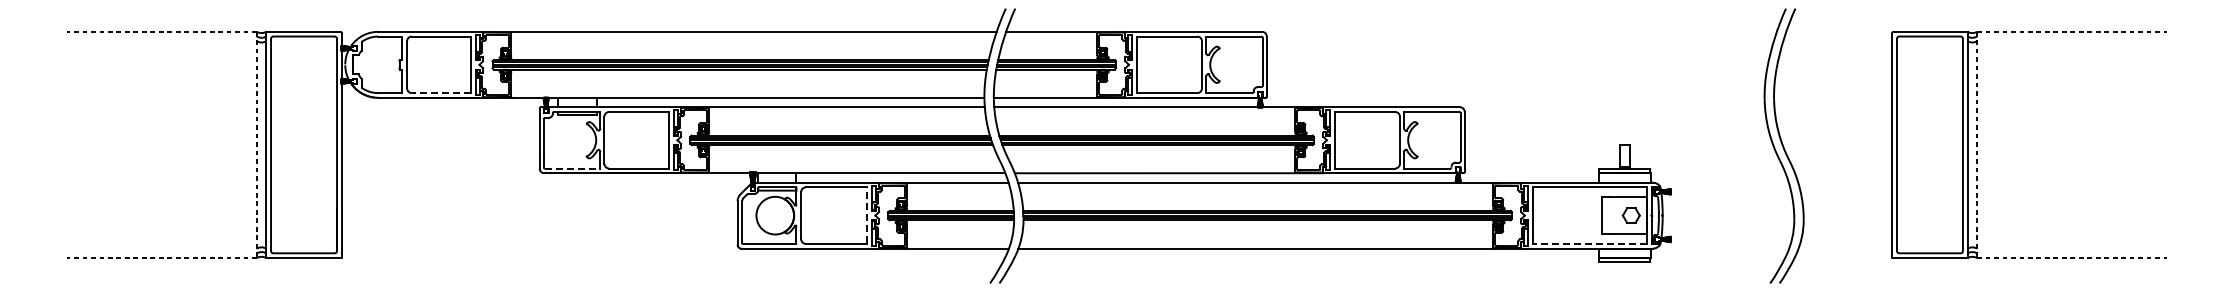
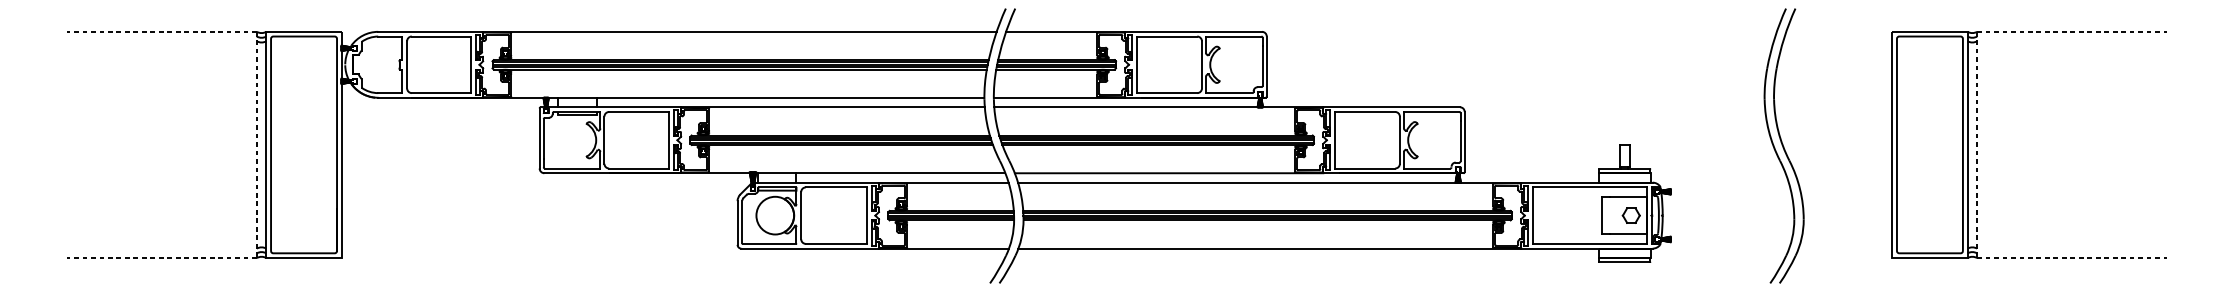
line at (441, 93): dashed -> solid
line at (572, 168): dashed -> solid
line at (867, 215): dashed -> solid
line at (1589, 243): dashed -> solid
